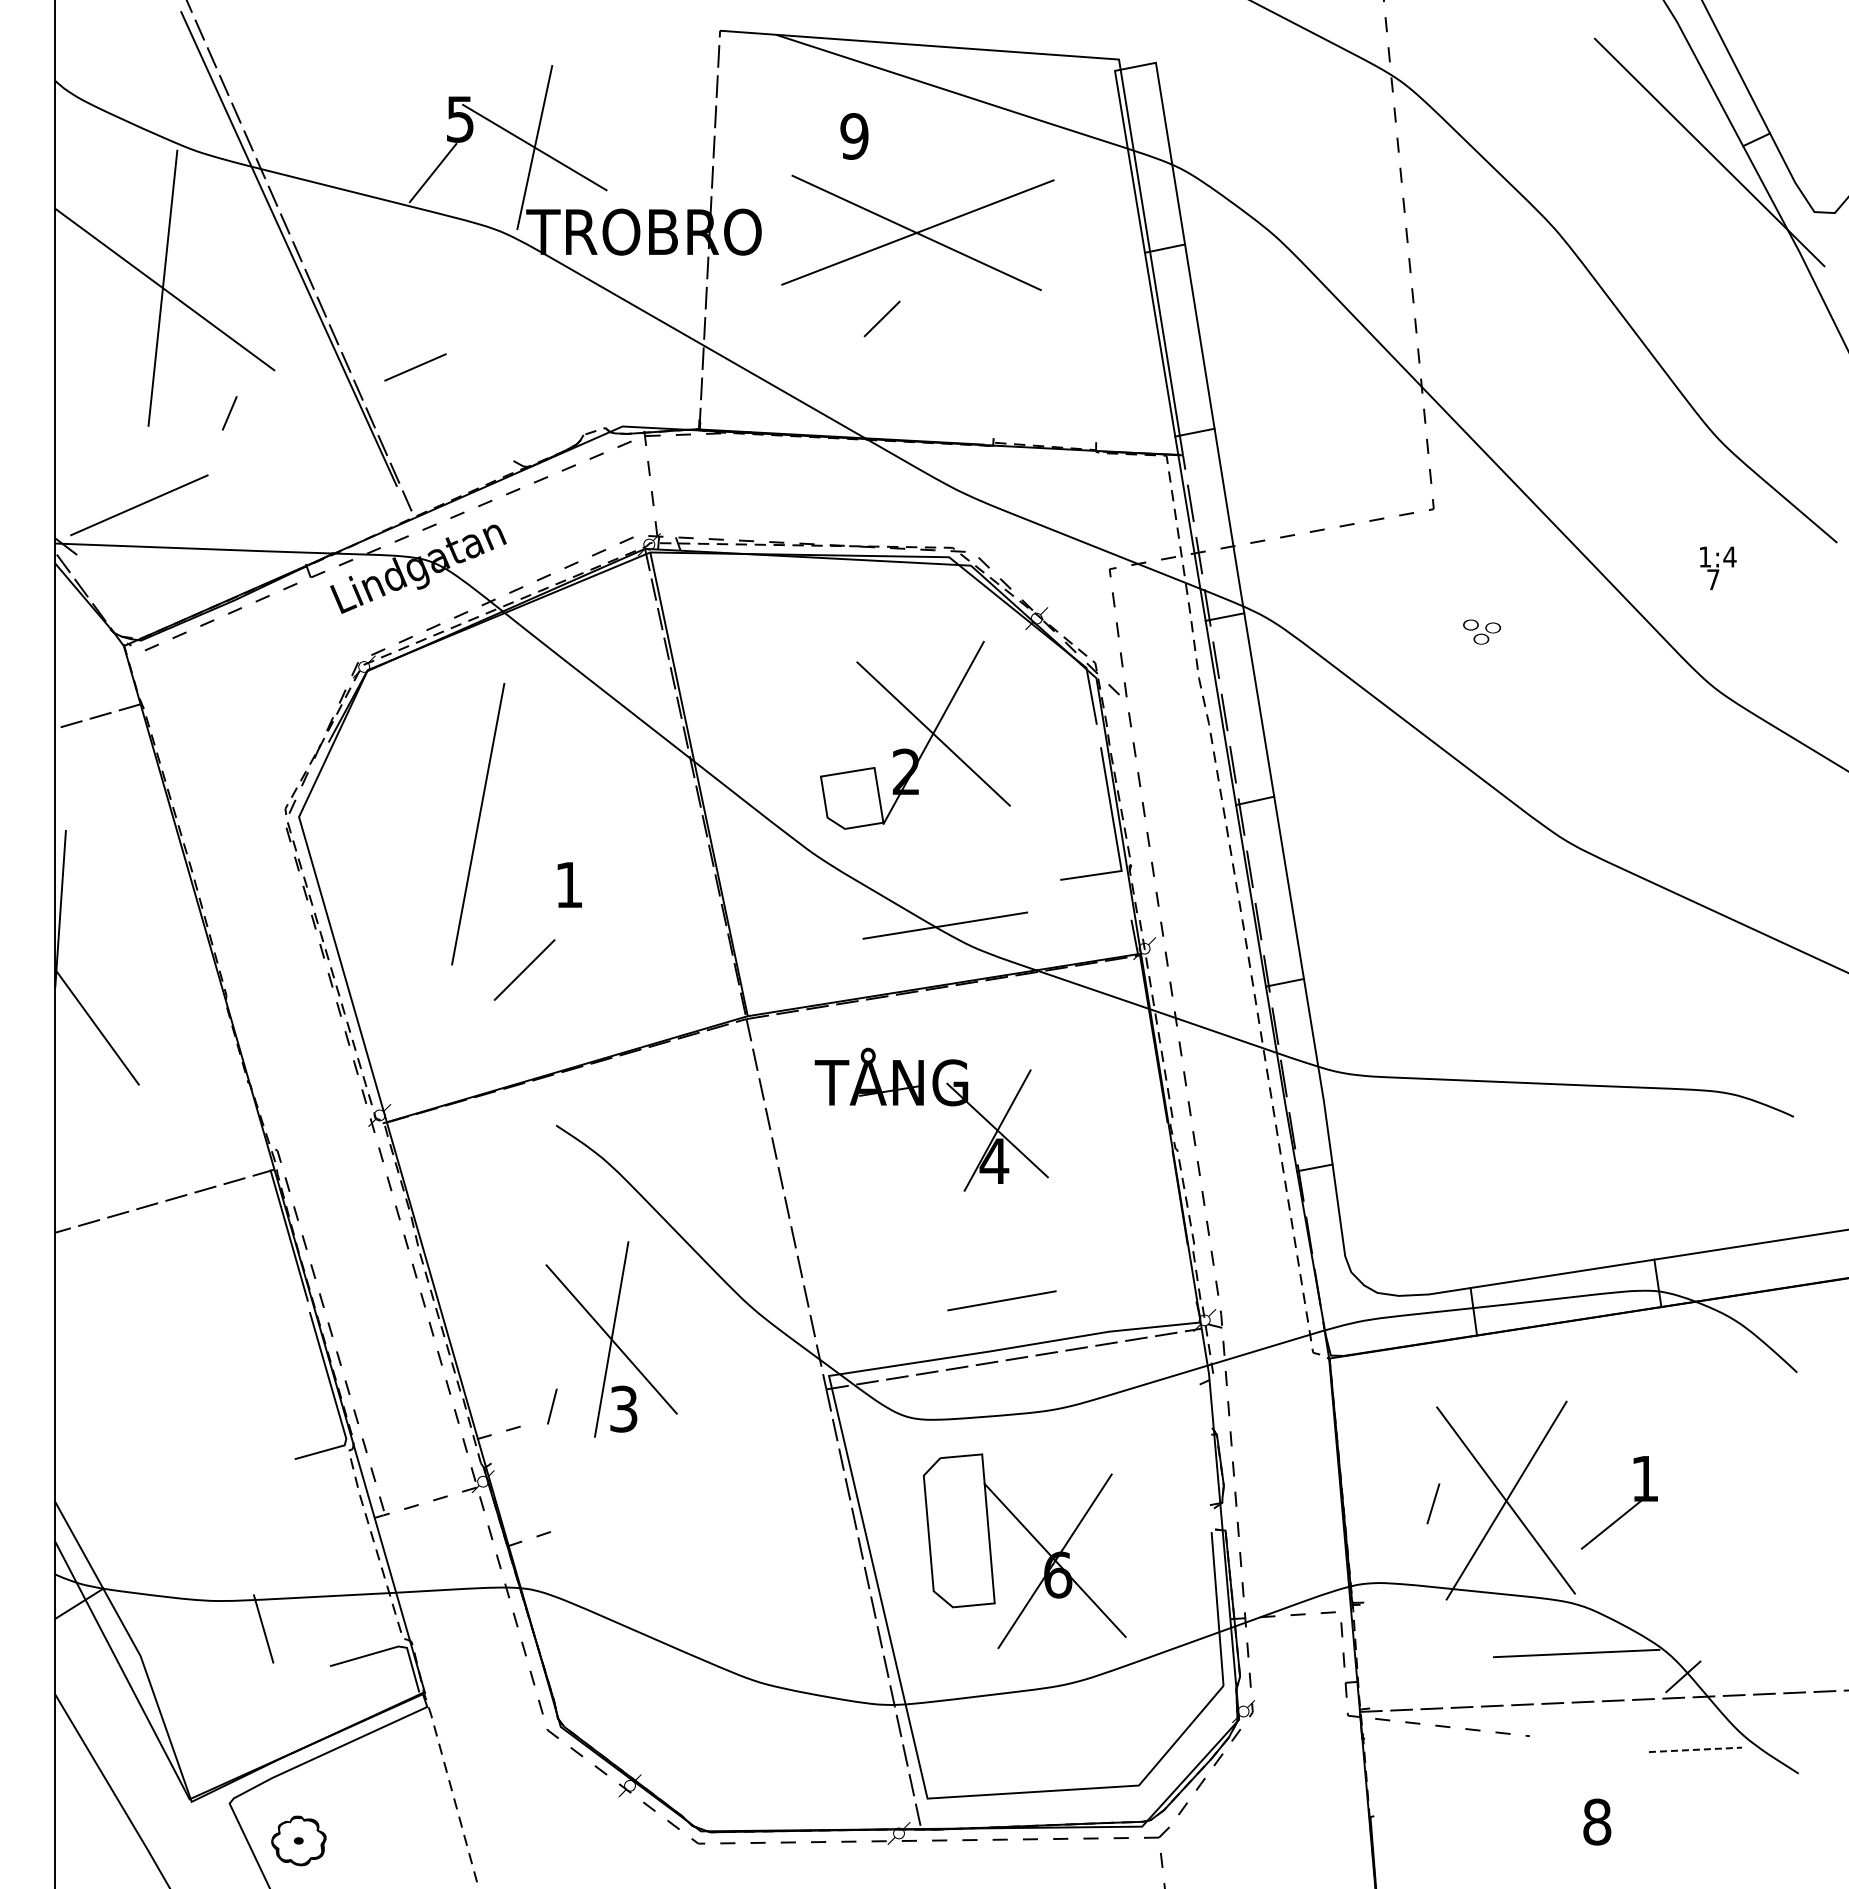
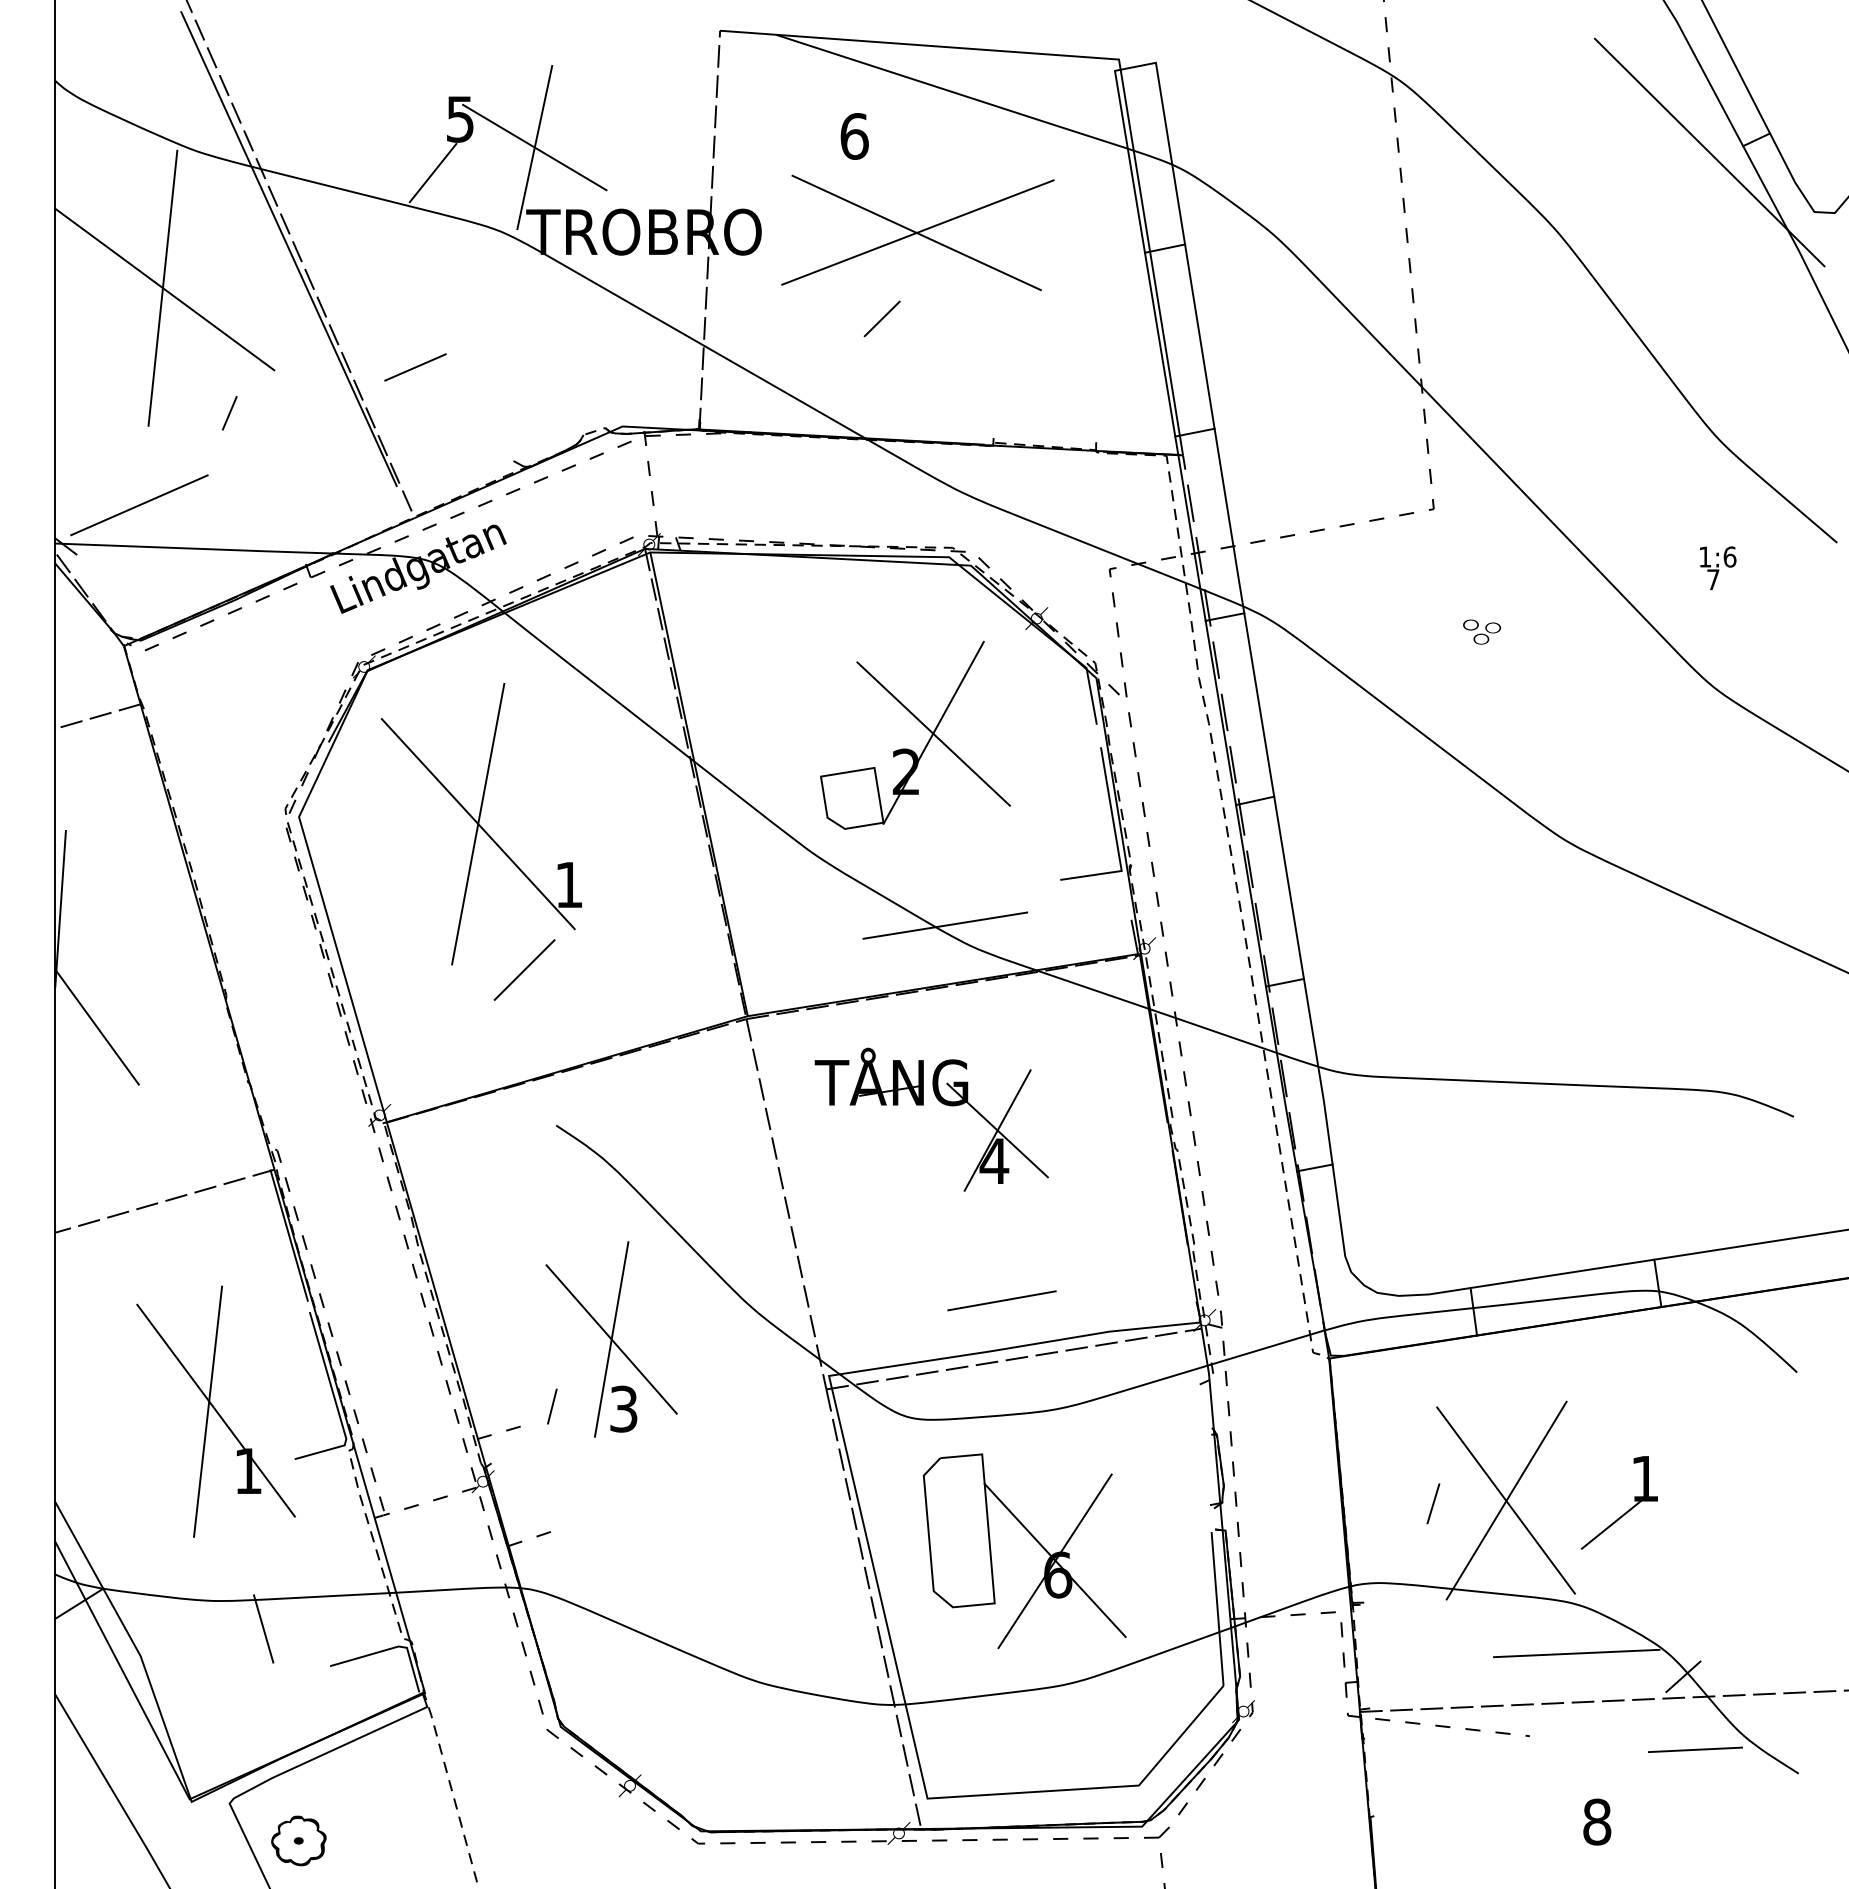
text at (854, 136): 9 -> 6
text at (1729, 556): 1:4 -> 1:6
line at (477, 824): none -> present
part at (215, 1411): none -> present
line at (1695, 1749): dashed -> solid
